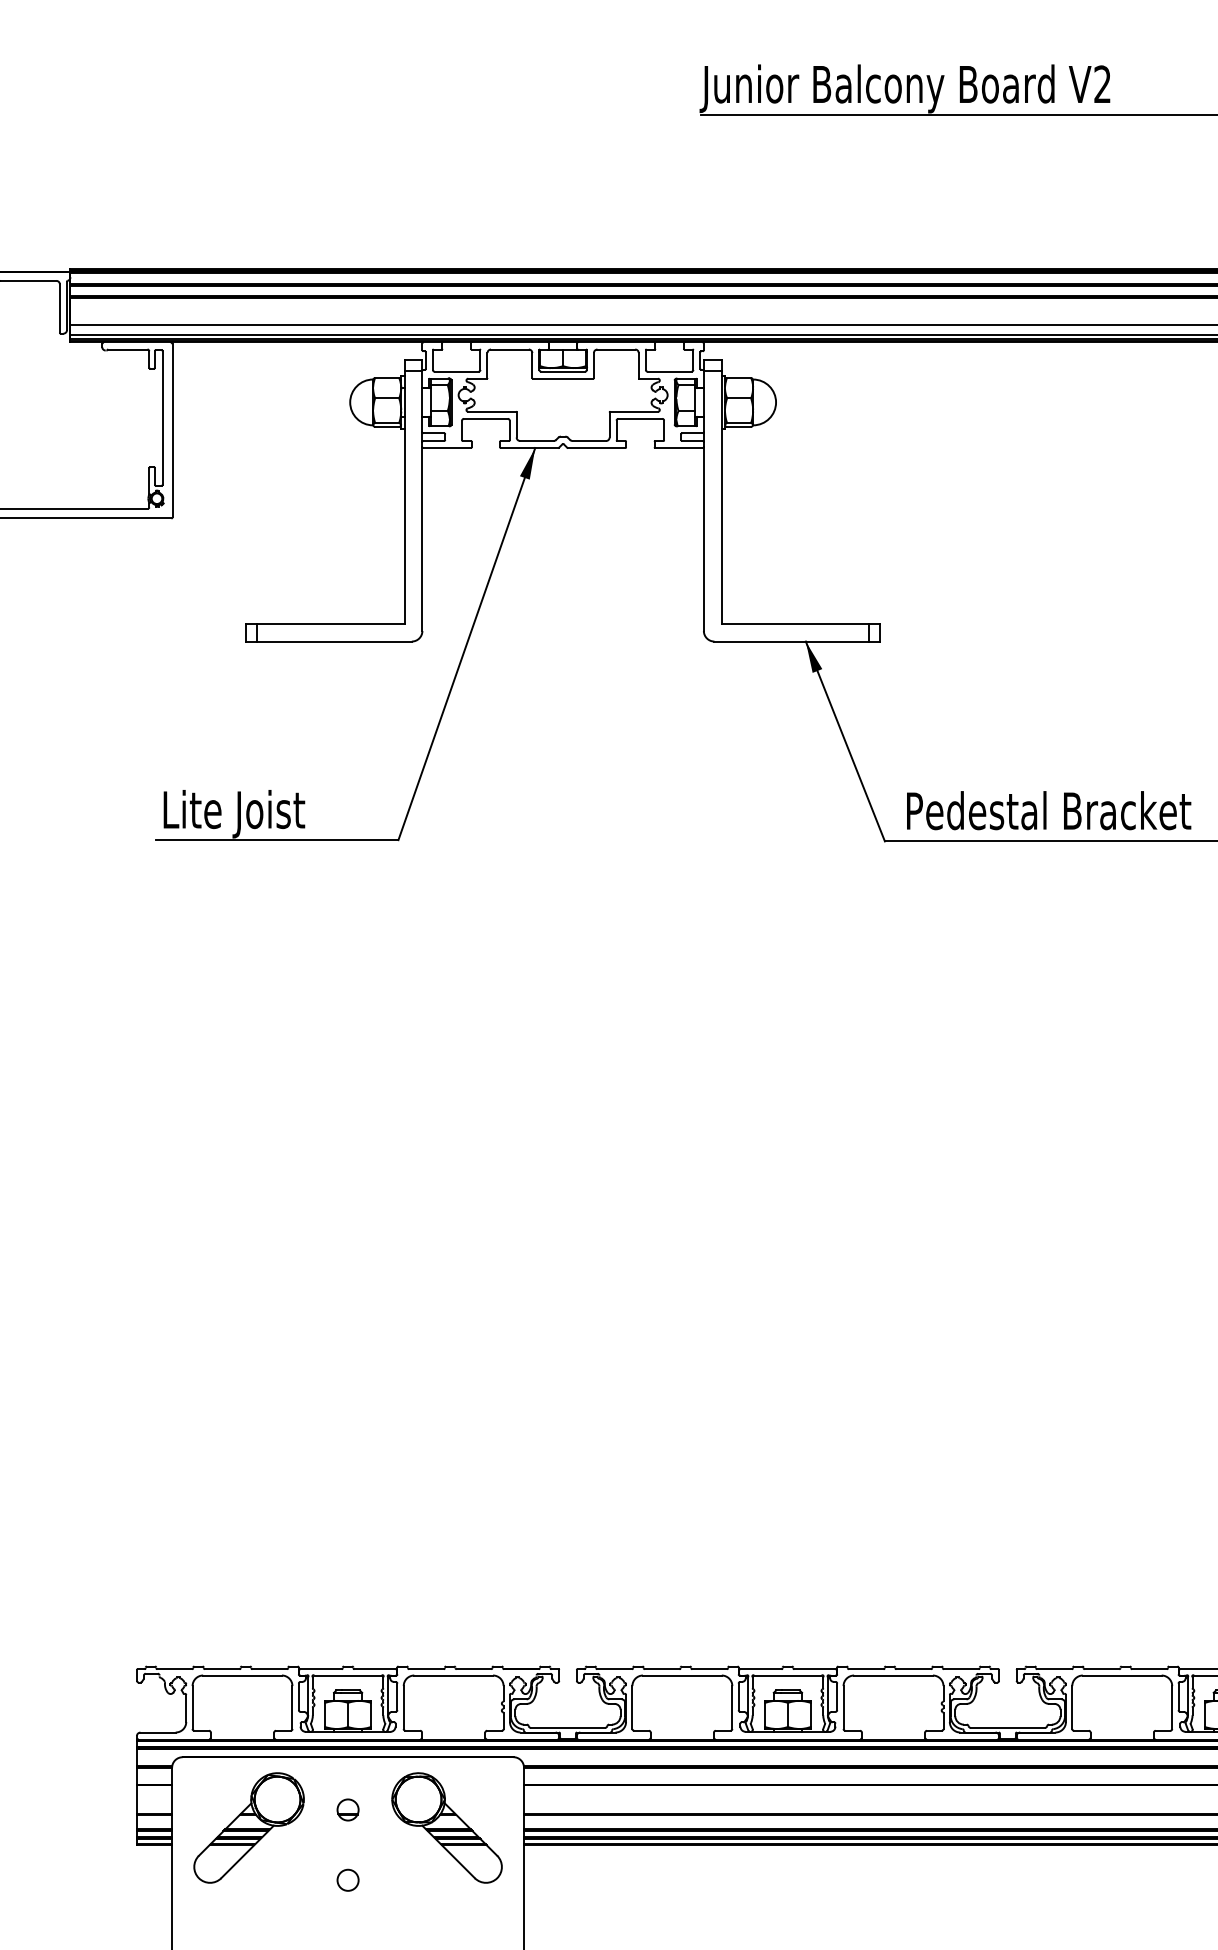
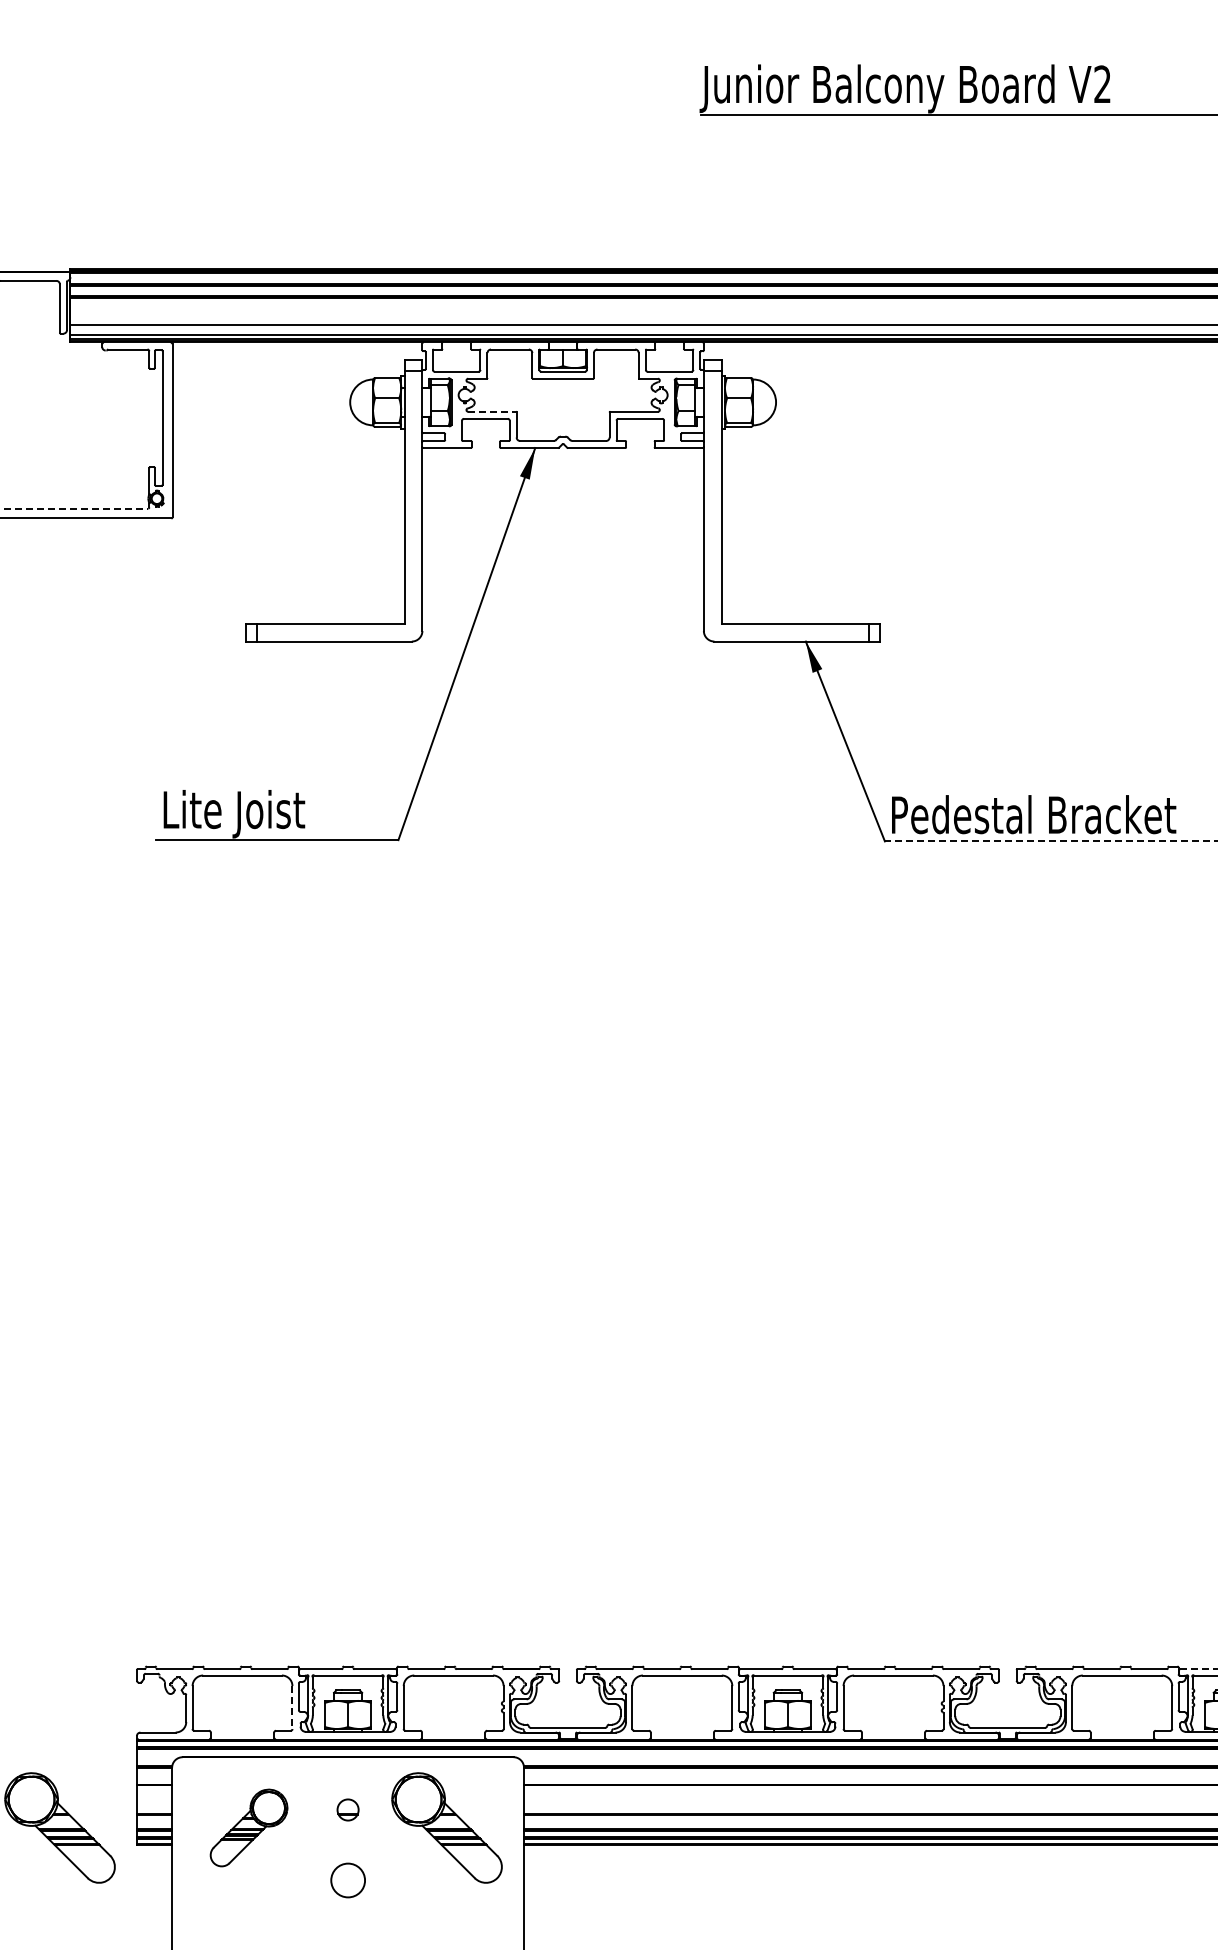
line at (492, 411): solid -> dashed
line at (74, 508): solid -> dashed
text at (1049, 810) position: (1049, 810) -> (1034, 814)
line at (1050, 841): solid -> dashed
line at (1198, 1669): solid -> dashed
line at (292, 1708): solid -> dashed
part at (59, 1827): none -> present
part at (248, 1827) size: 112x112 px -> 80x80 px
circle at (347, 1879) size: 24x24 px -> 36x37 px
